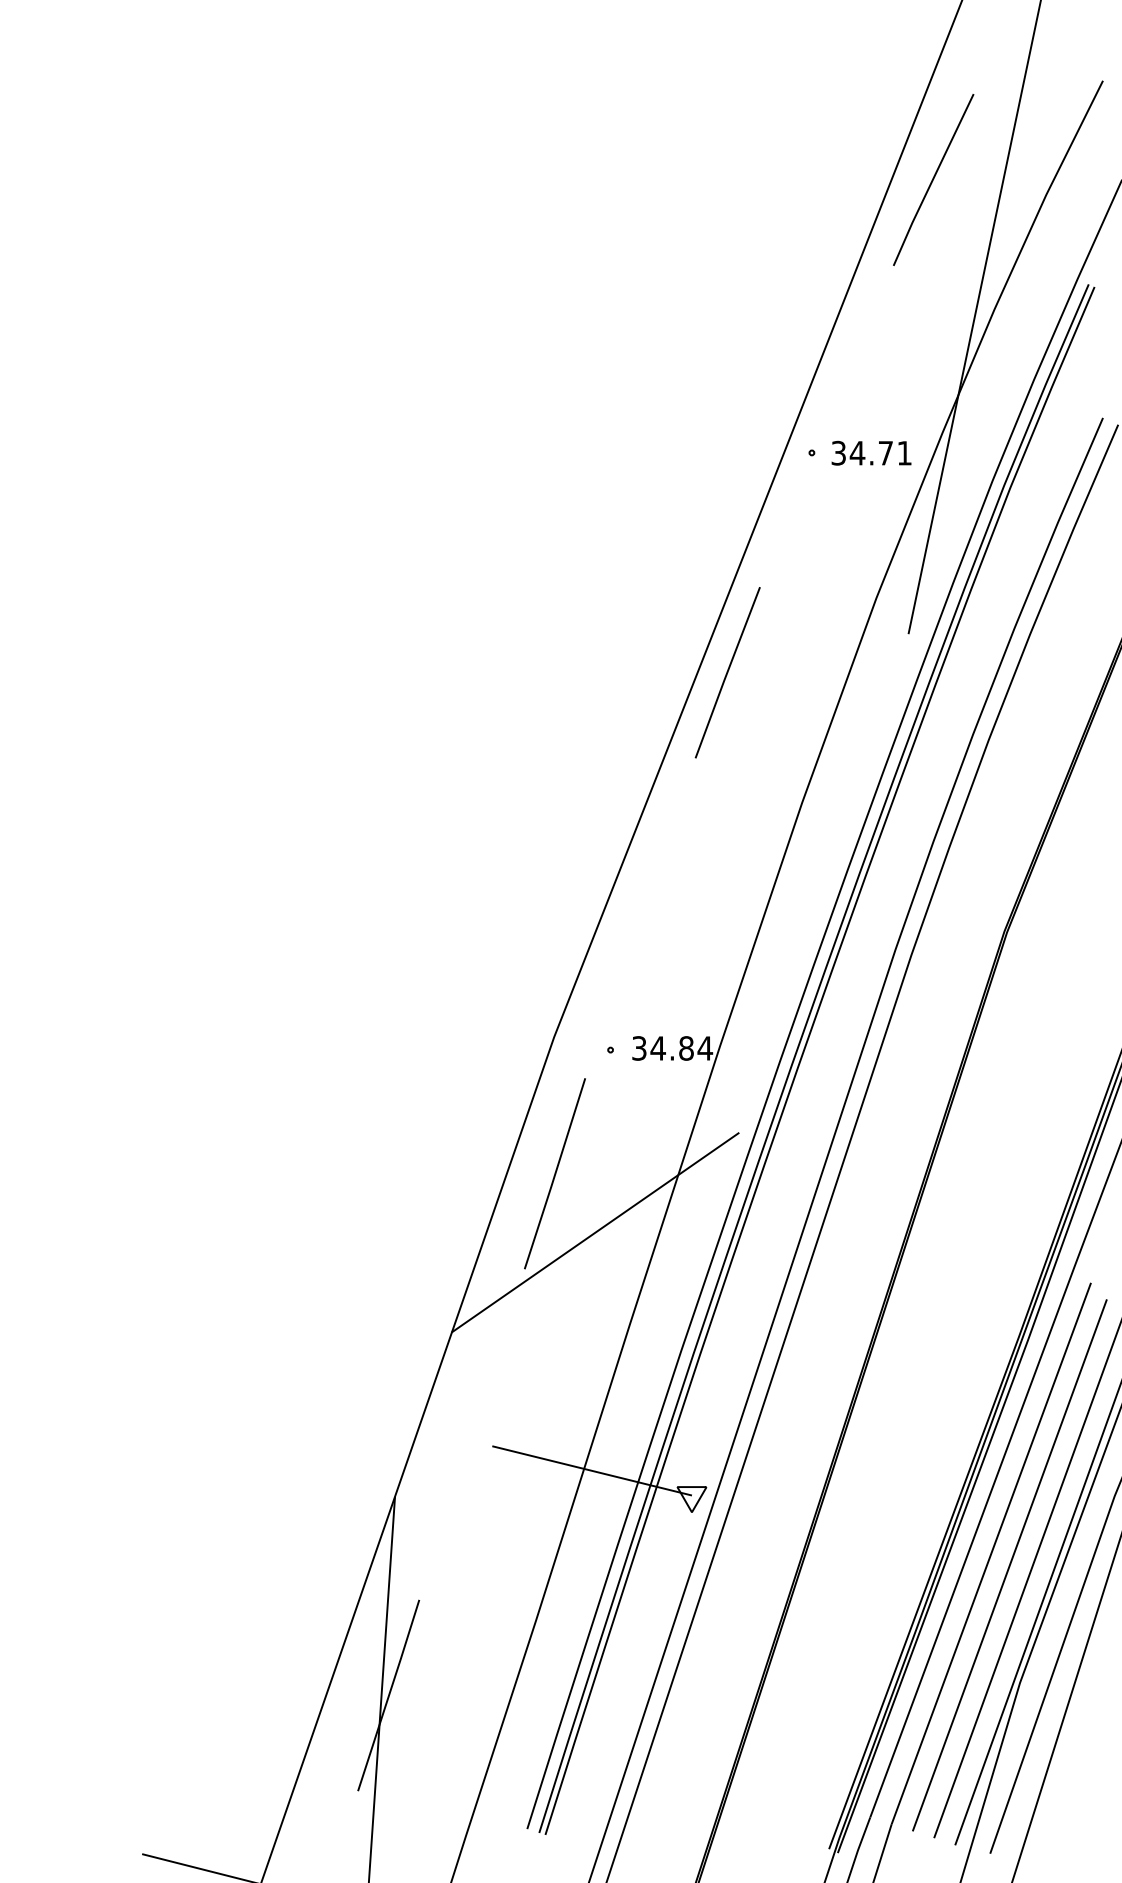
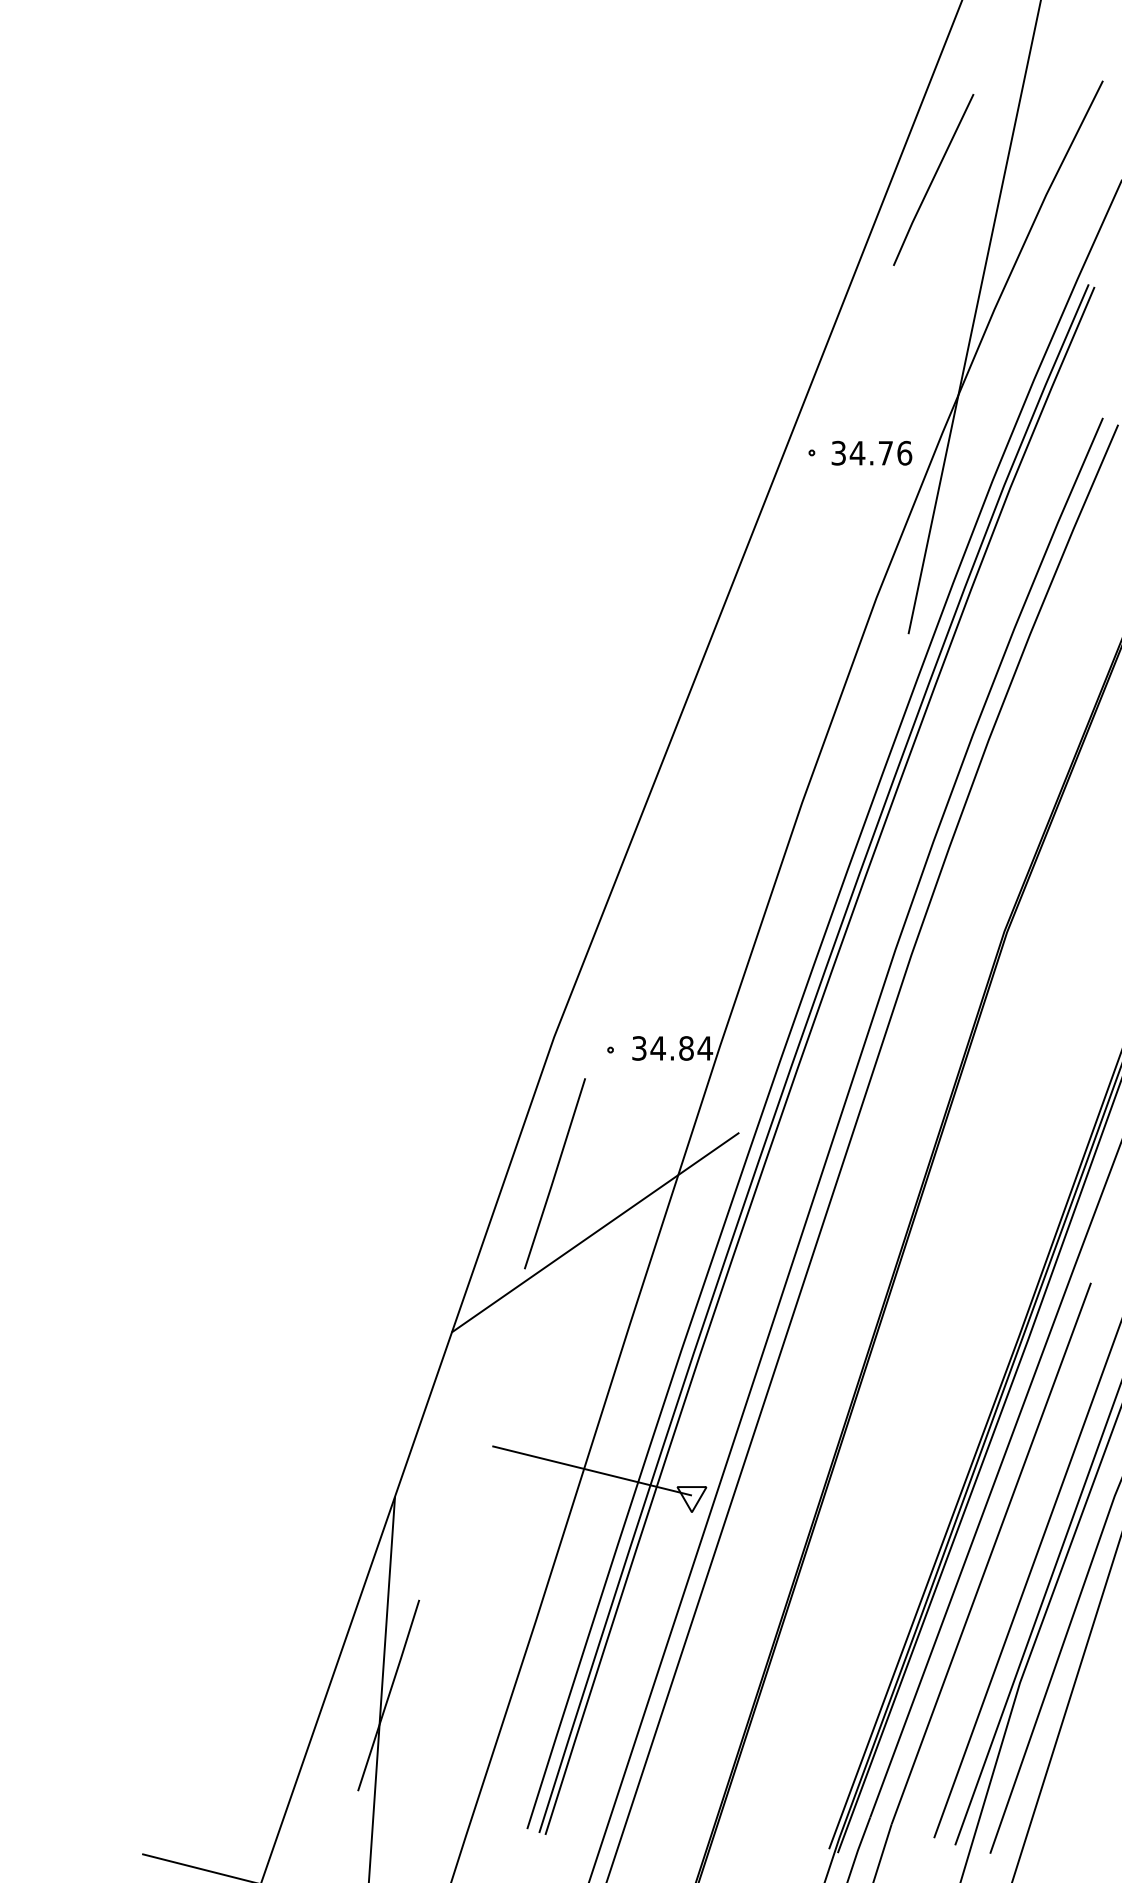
text at (904, 452): 34.71 -> 34.76
line at (727, 672): present -> none
line at (1009, 1565): present -> none
